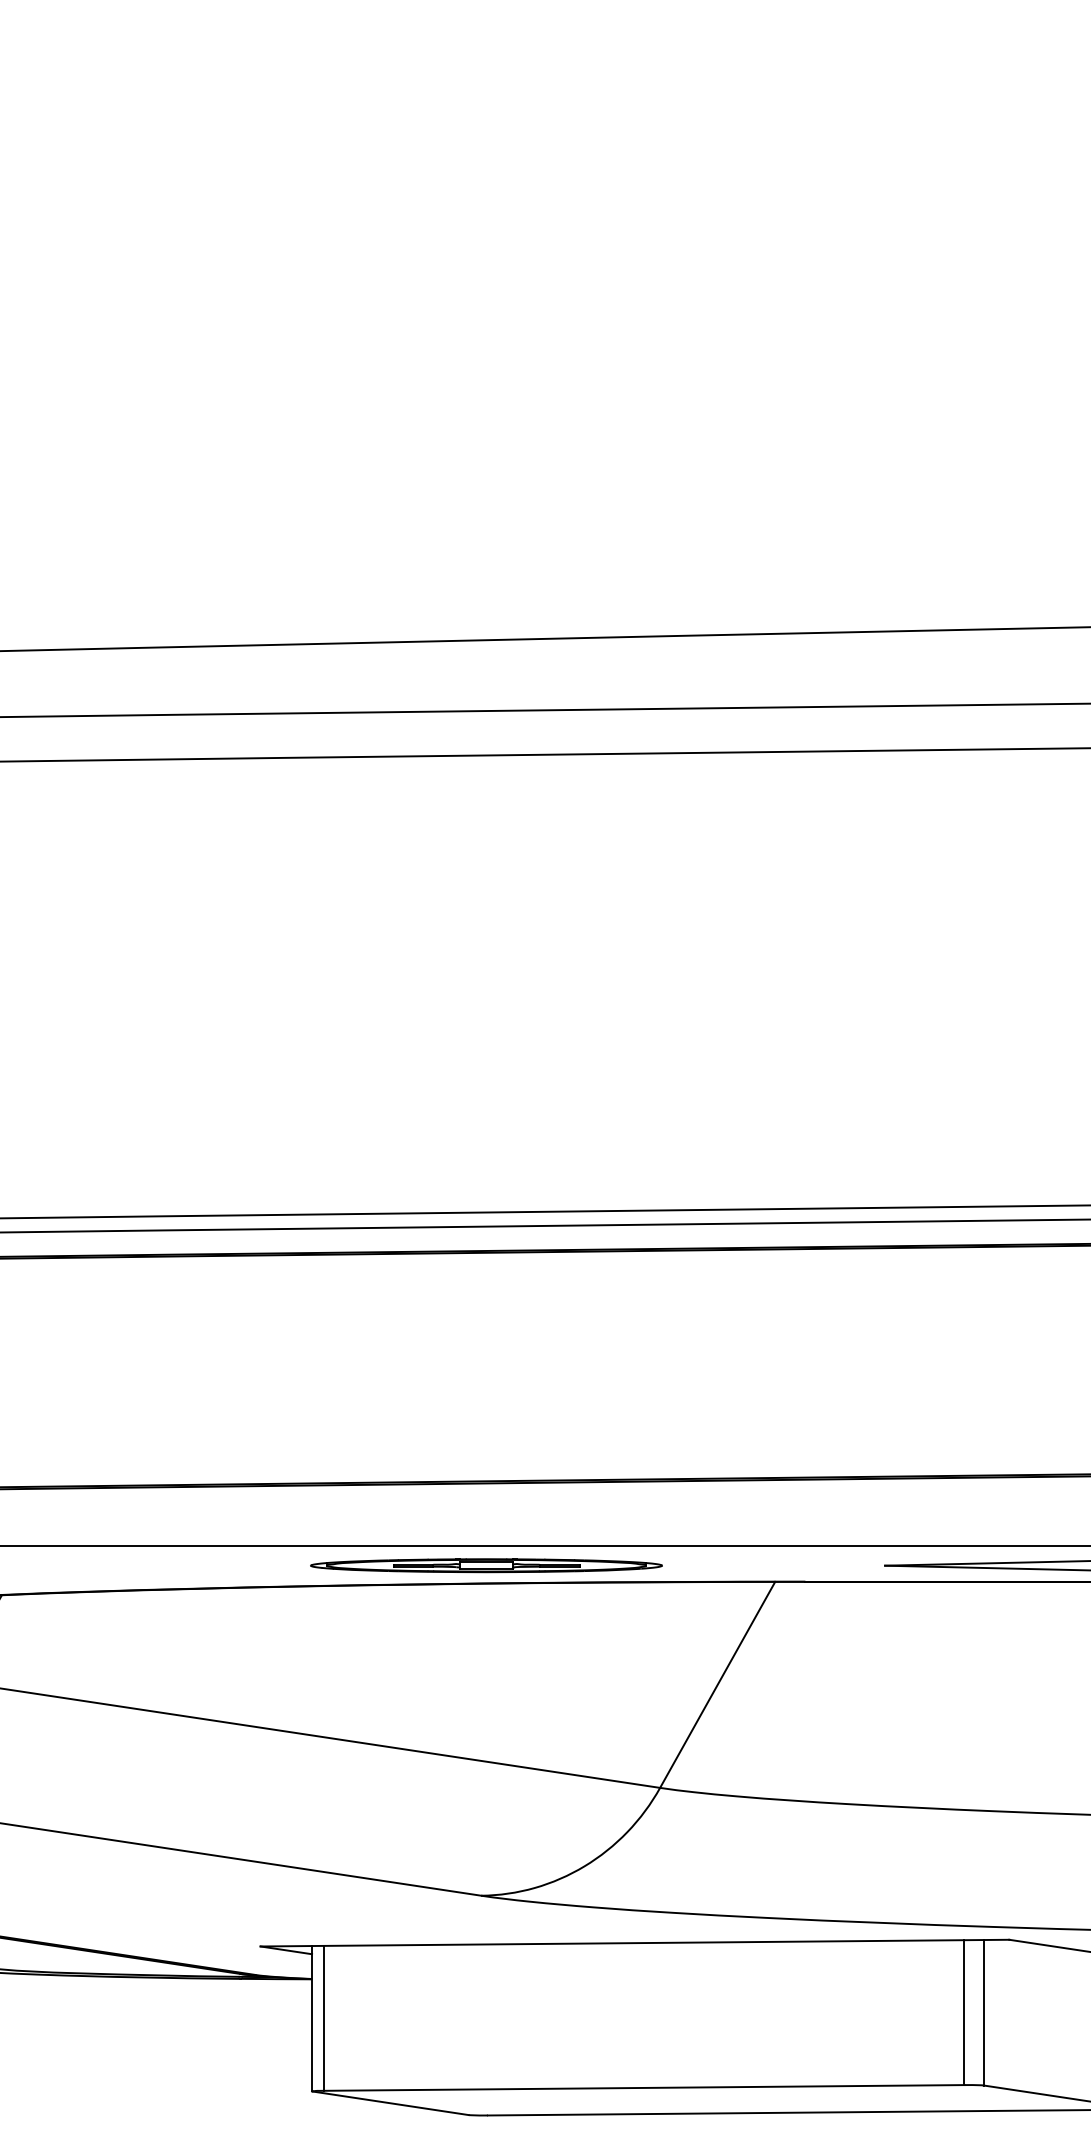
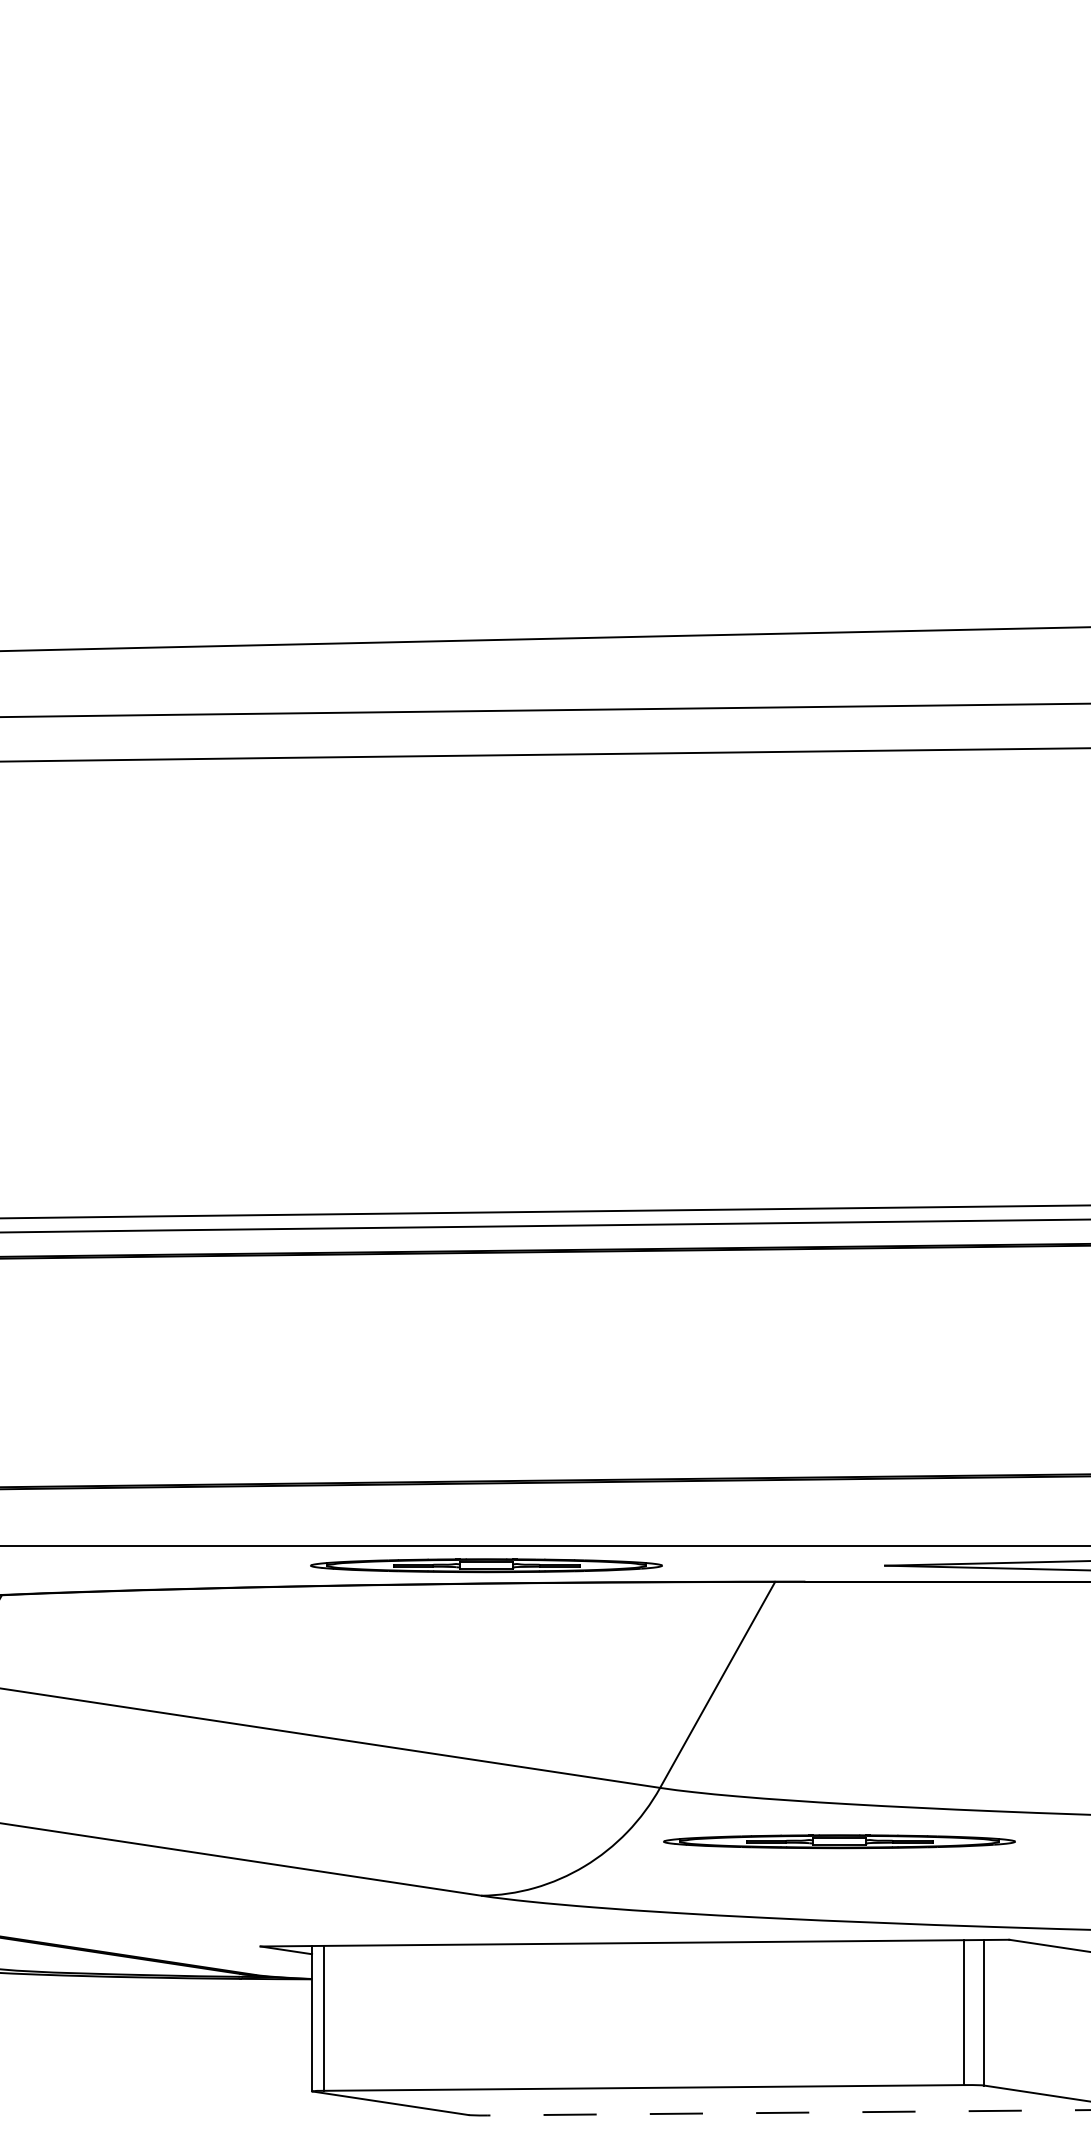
part at (839, 1841): none -> present
line at (788, 2112): solid -> dashed
